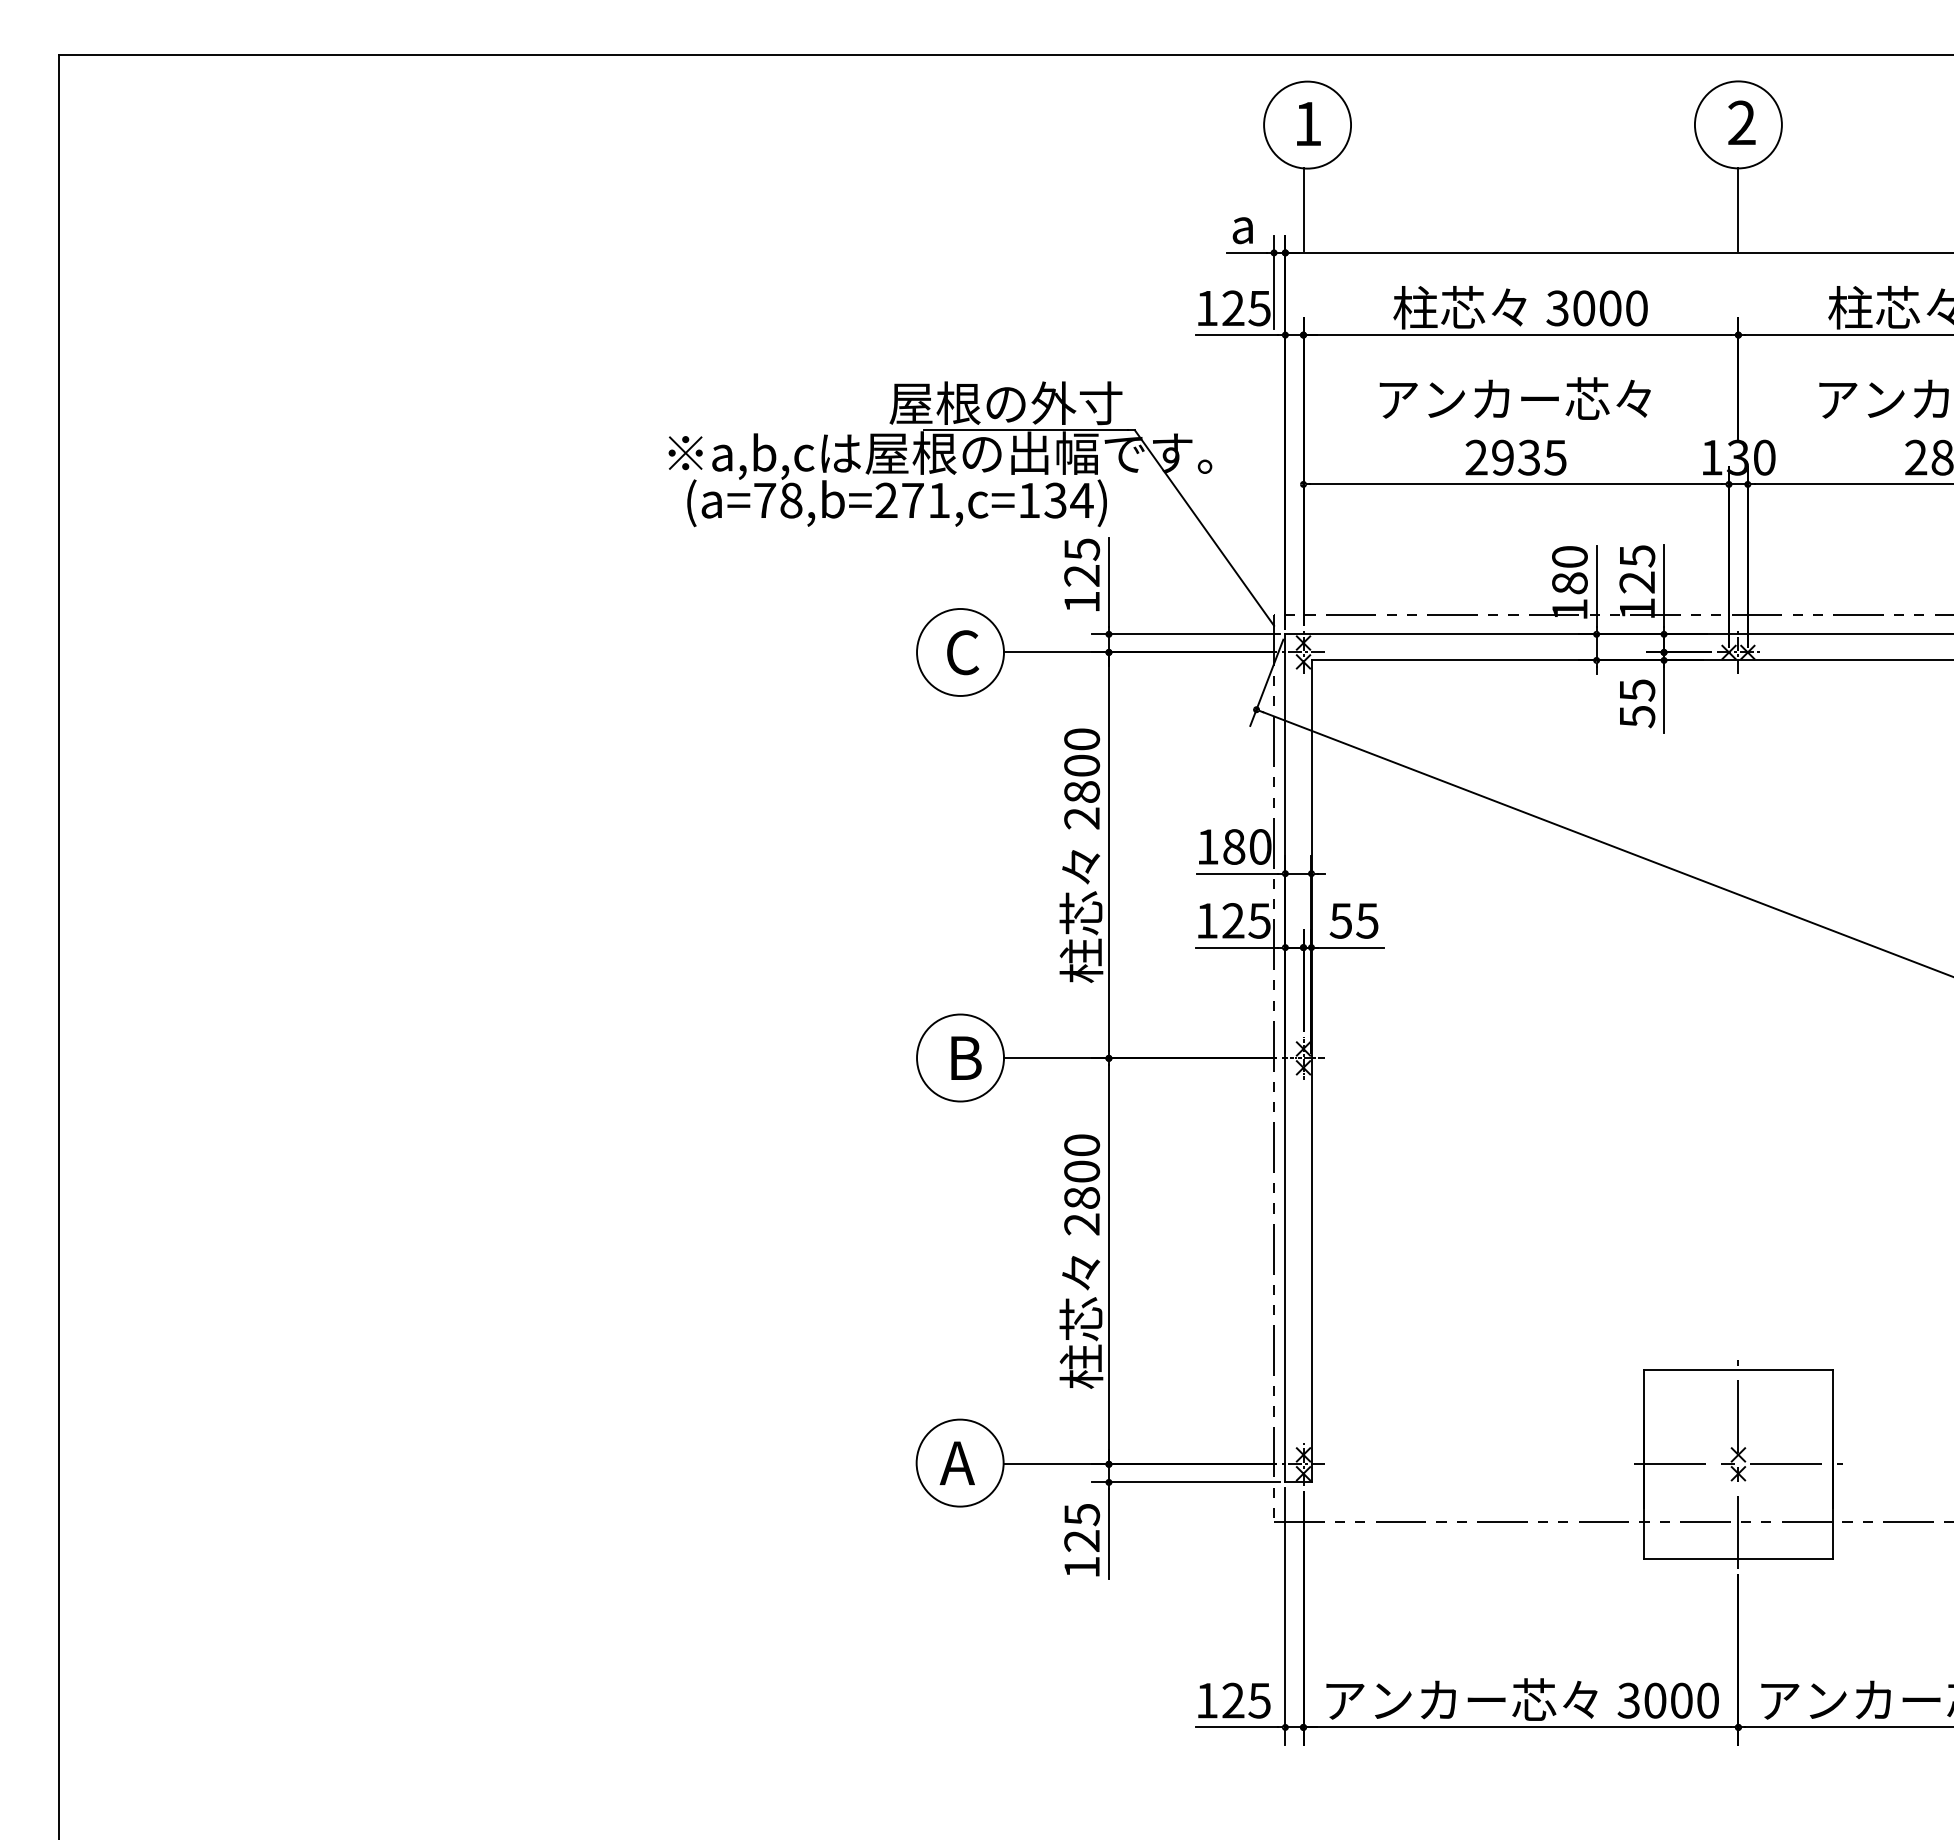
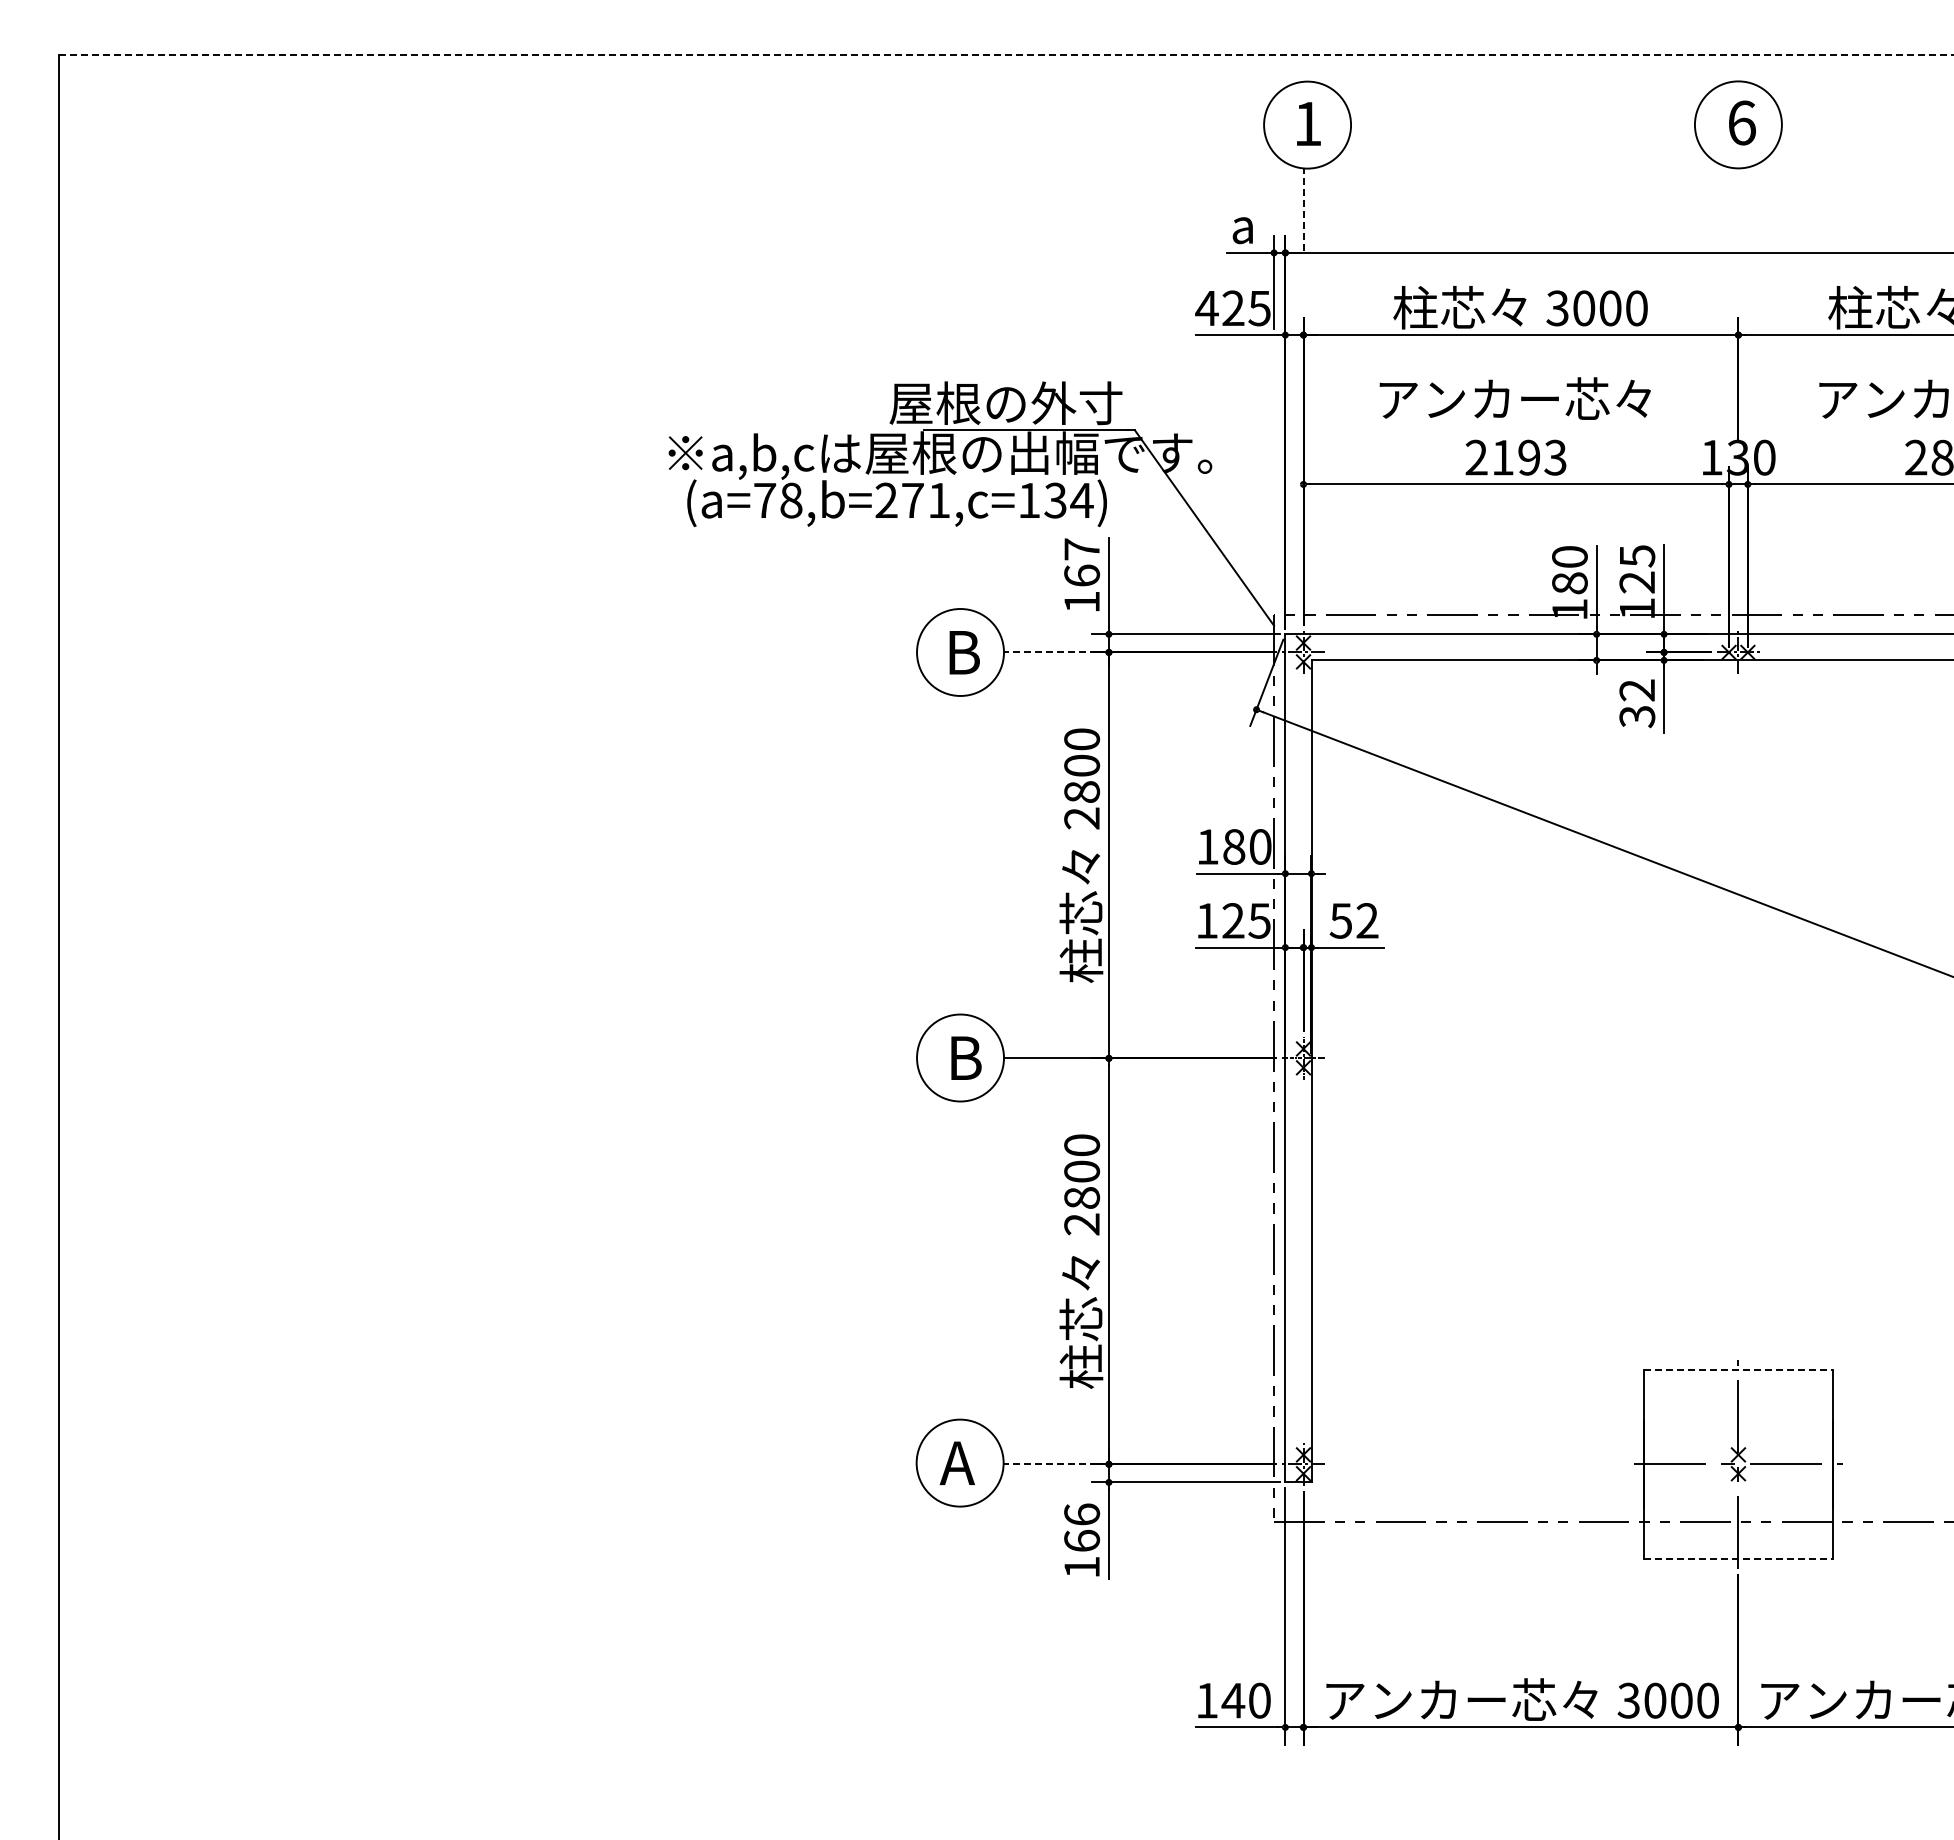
line at (1006, 55): solid -> dashed
text at (1741, 122): 2 -> 6
line at (1303, 209): solid -> dashed
line at (1738, 209): present -> none
text at (1206, 308): 125 -> 425
text at (1529, 457): 2935 -> 2193
text at (1082, 562): 125 -> 167
text at (963, 652): C -> B
line at (1050, 652): solid -> dashed
text at (1637, 703): 55 -> 32
text at (1367, 920): 55 -> 52
line at (1738, 1370): solid -> dashed
line at (1050, 1464): solid -> dashed
text at (1082, 1527): 125 -> 166
line at (1738, 1558): solid -> dashed
text at (1245, 1700): 125 -> 140
